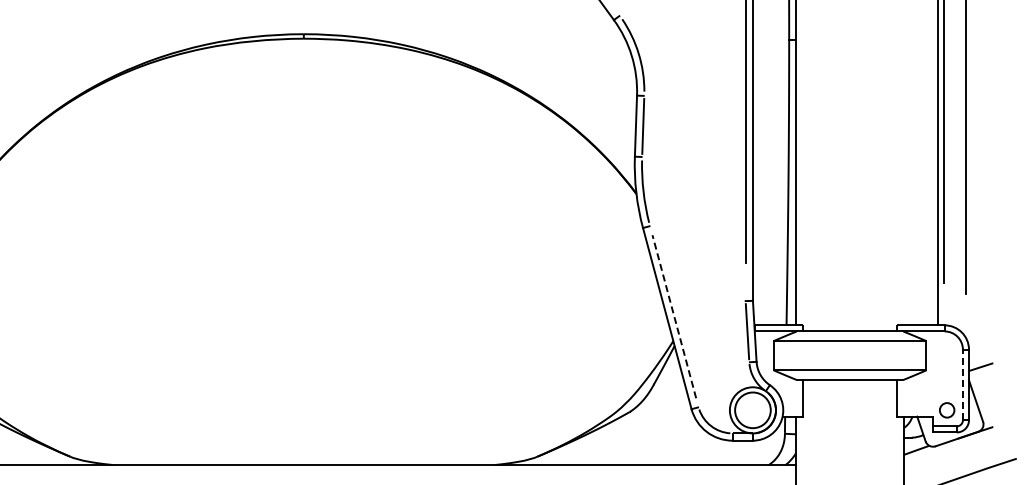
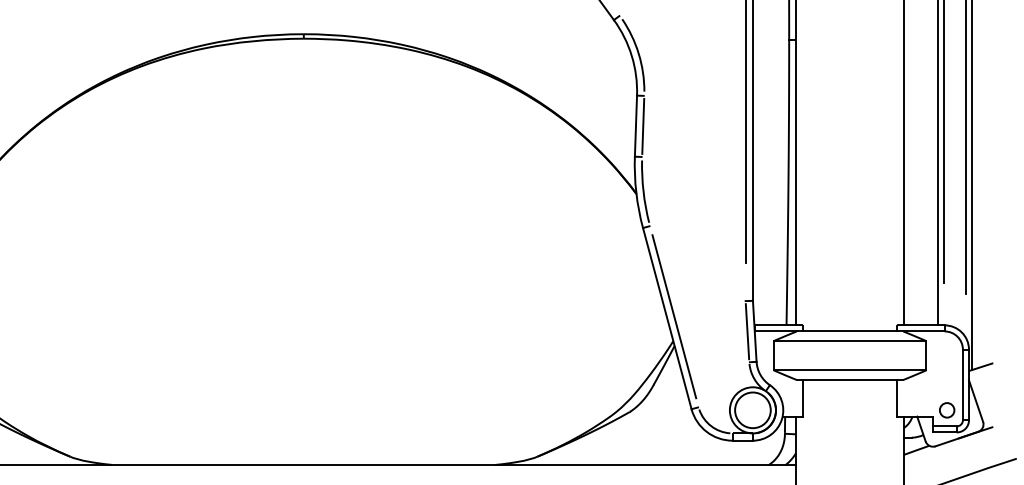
line at (904, 163): none -> present
line at (972, 186): none -> present
line at (674, 316): dashed -> solid
line at (962, 384): dashed -> solid
